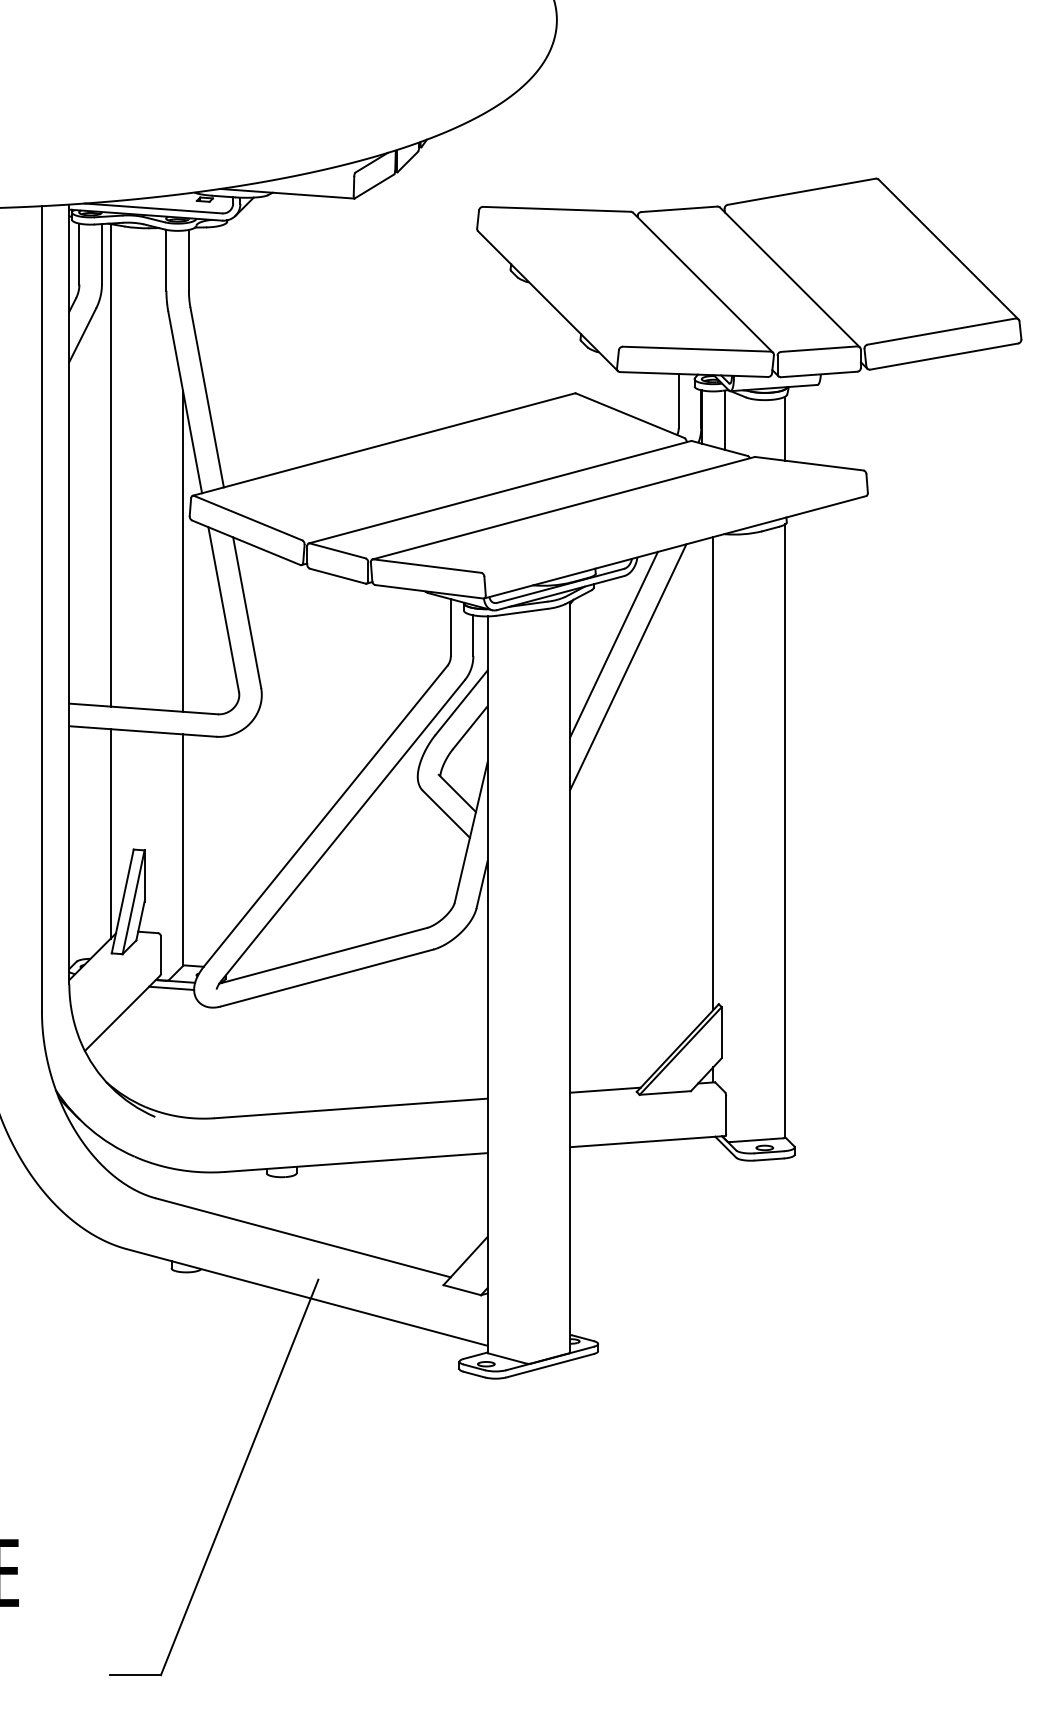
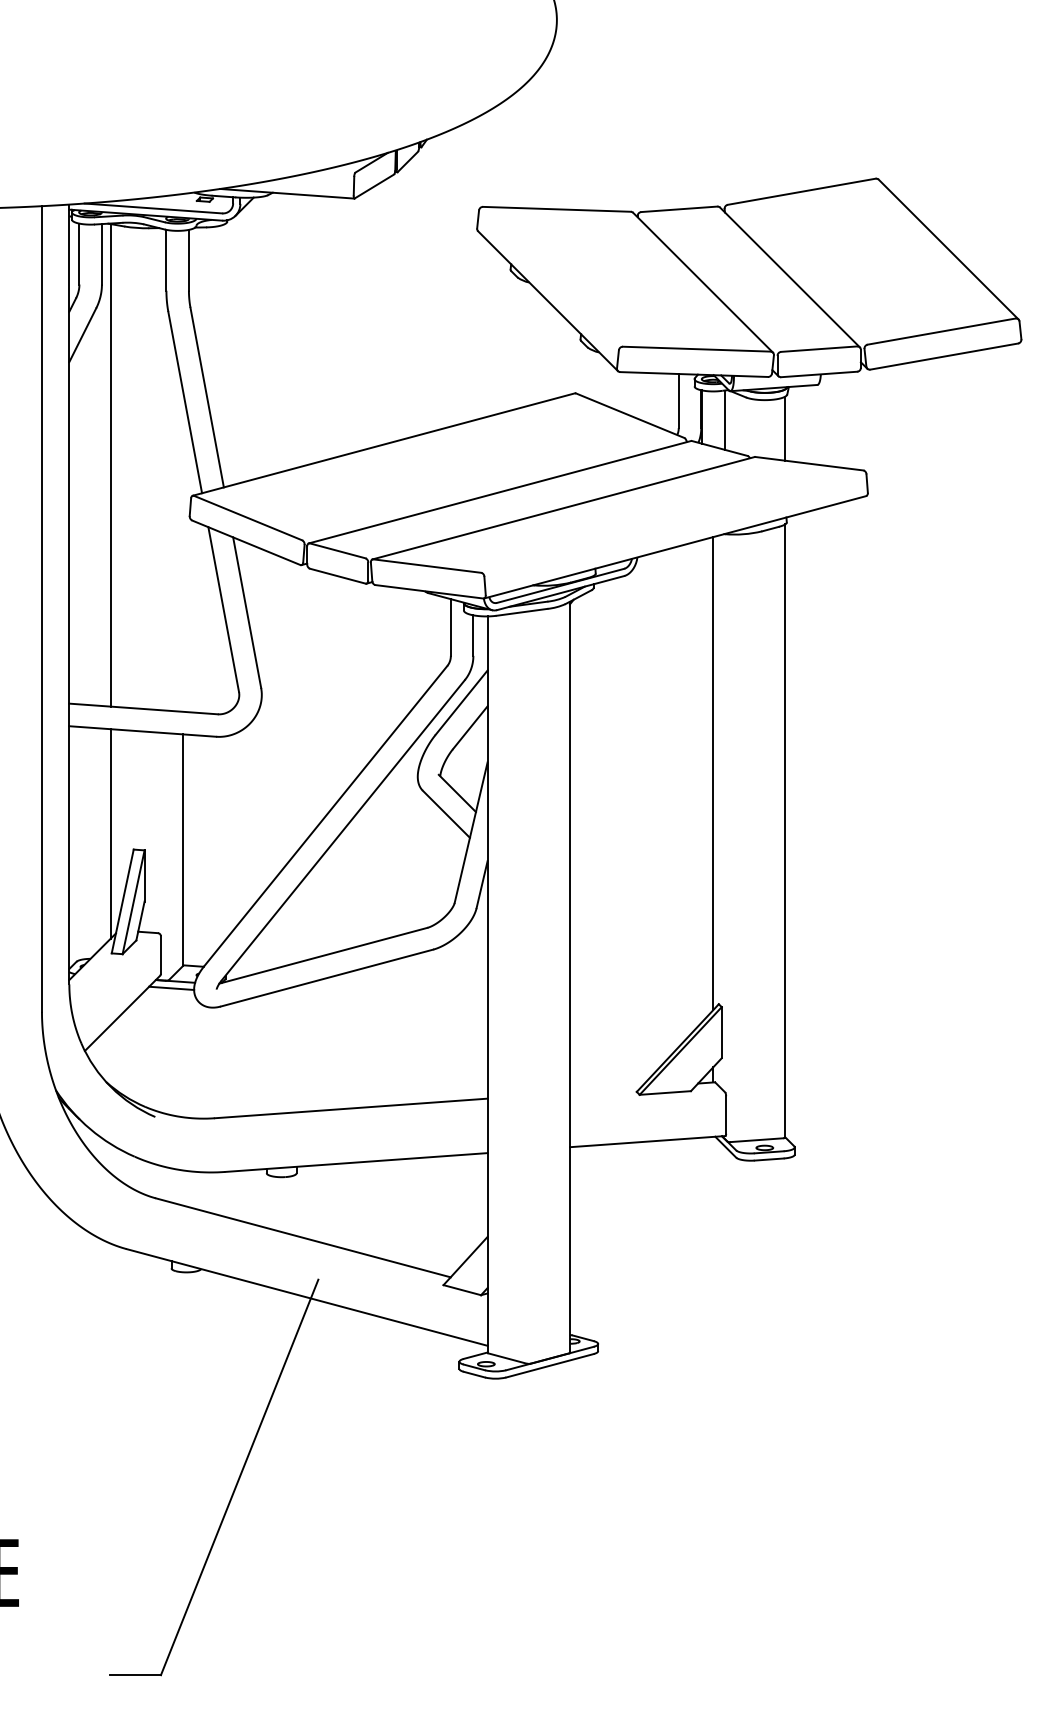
line at (183, 550): present -> none
line at (613, 644): present -> none
line at (628, 667): present -> none
line at (605, 1089): present -> none
